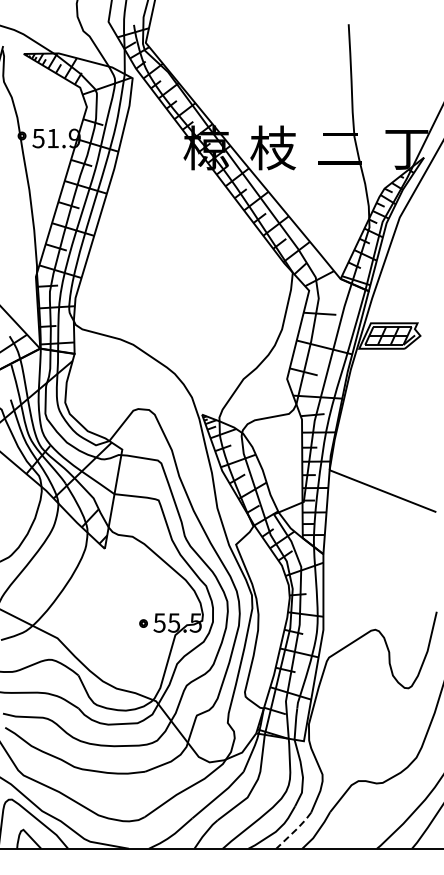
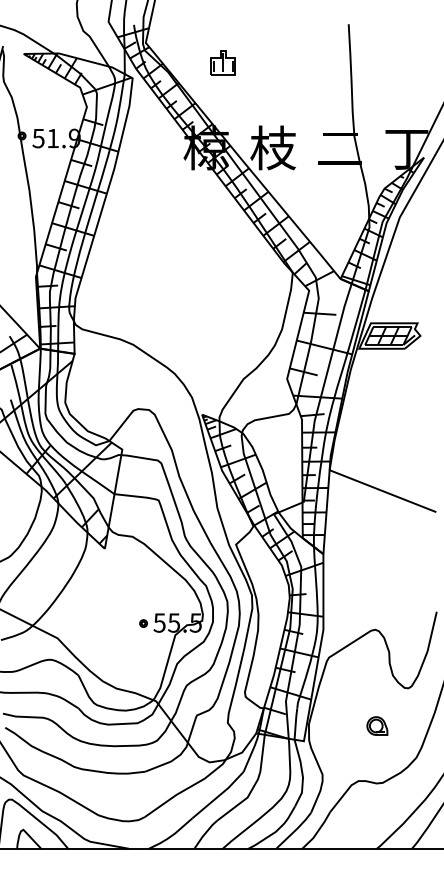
part at (222, 62): none -> present
part at (377, 725): none -> present
line at (295, 830): dashed -> solid
